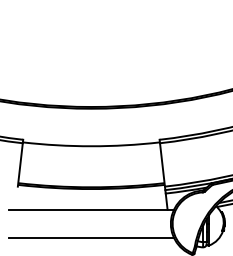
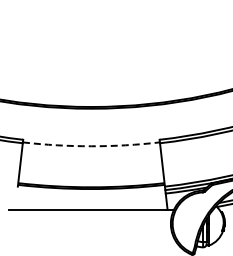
arc at (91, 146): solid -> dashed
line at (90, 237): present -> none
